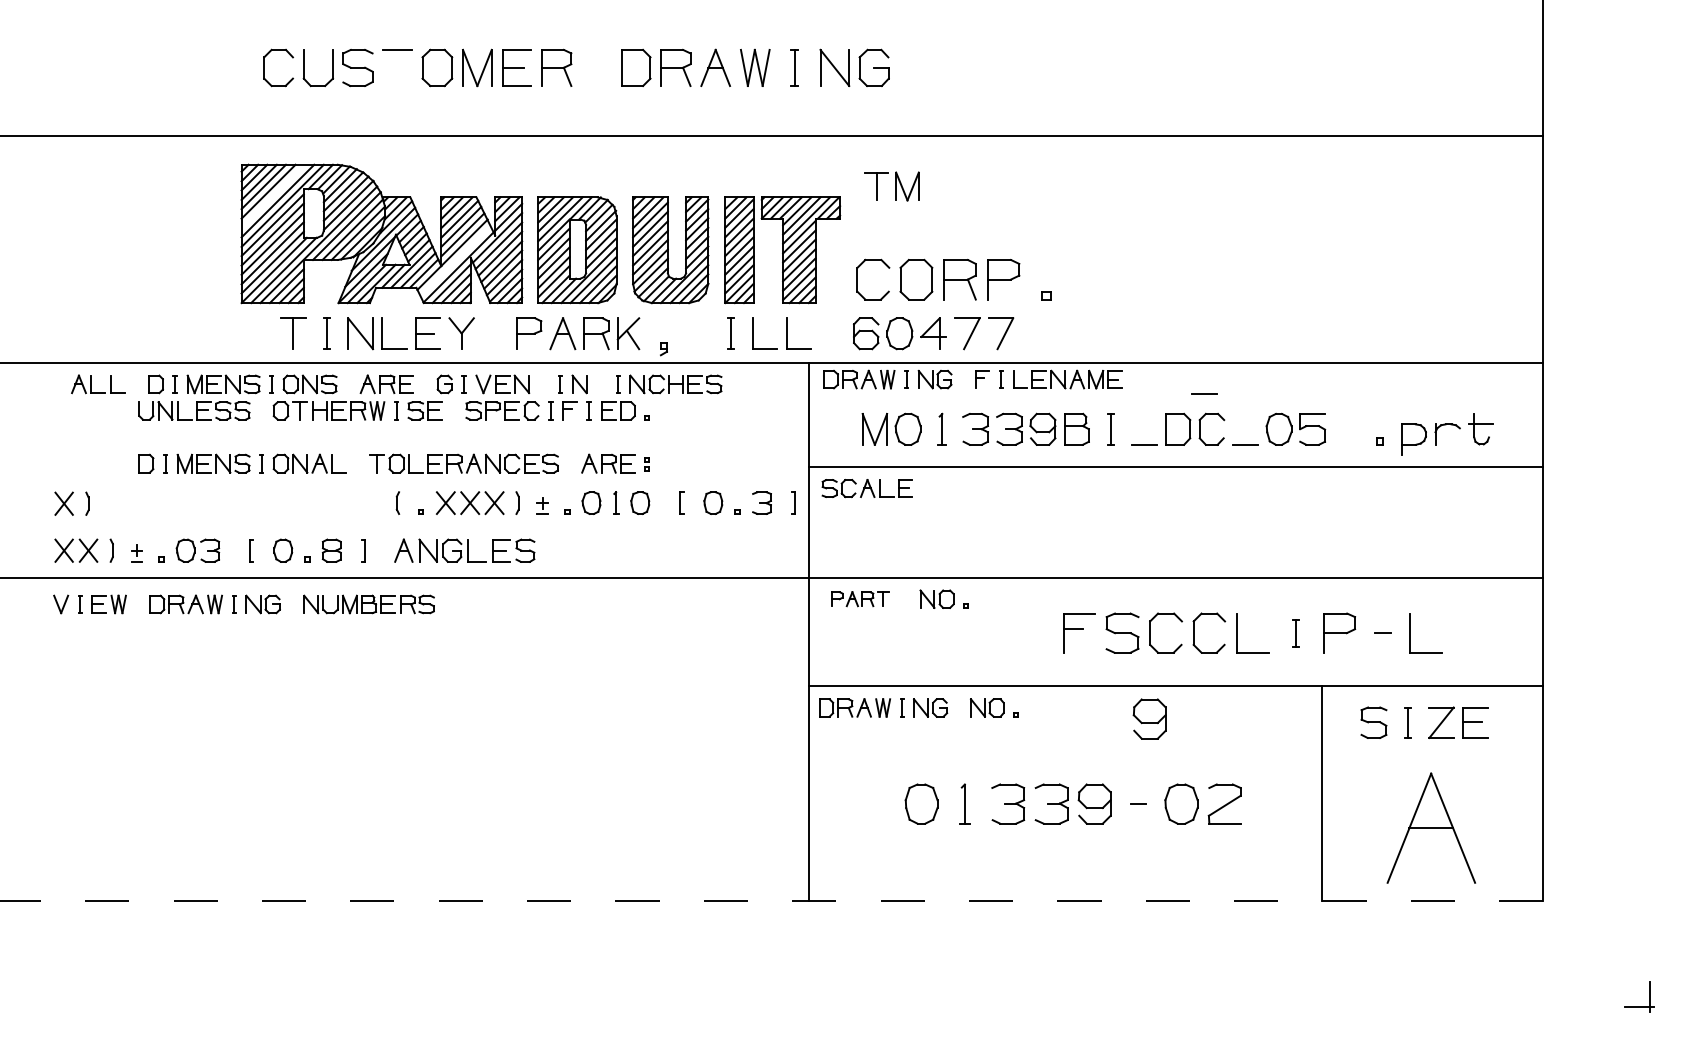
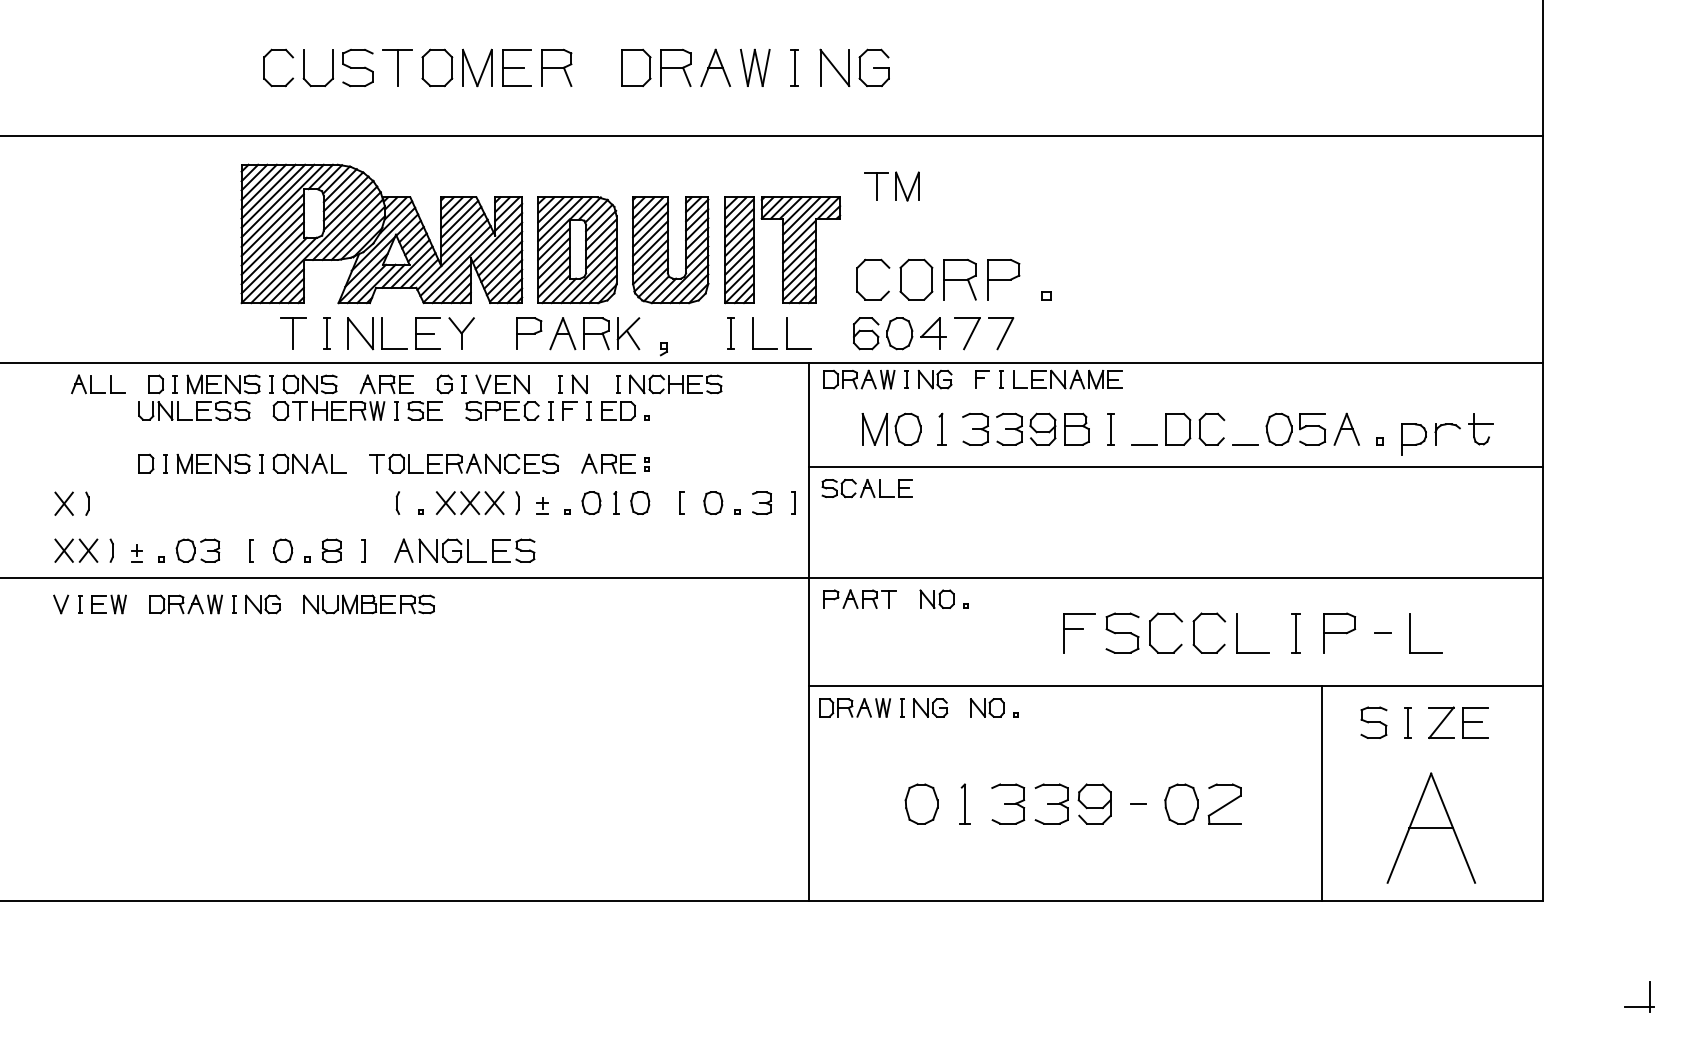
line at (397, 67): none -> present
line at (273, 195): none -> present
line at (455, 261): none -> present
line at (1204, 393): present -> none
part at (1346, 428): none -> present
part at (860, 599) size: 59x17 px -> 74x20 px
part at (1295, 633) size: 8x29 px -> 10x41 px
part at (1149, 718): present -> none
line at (771, 901): dashed -> solid
